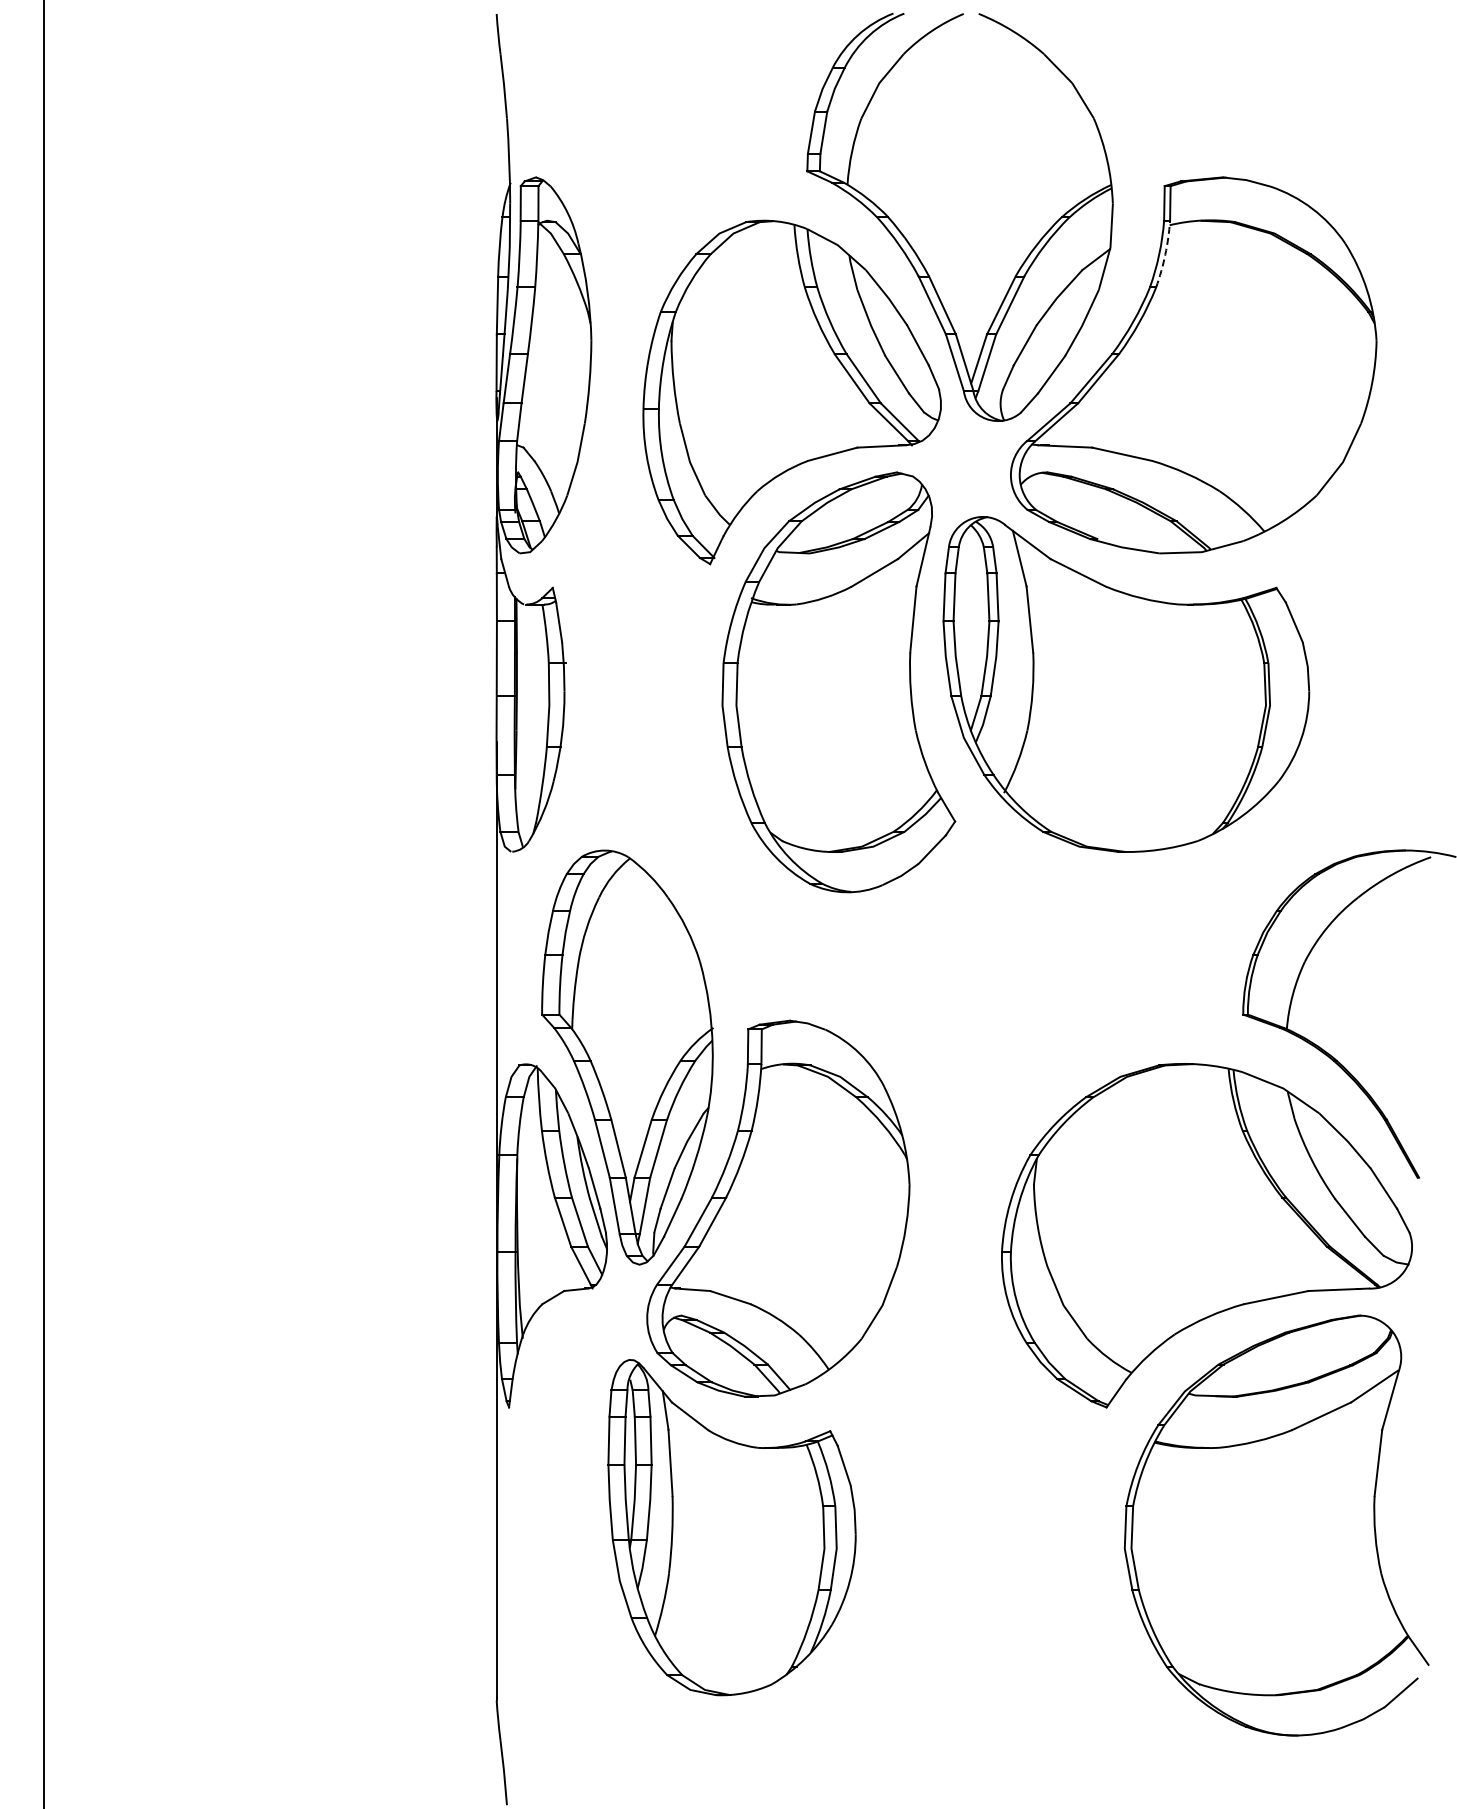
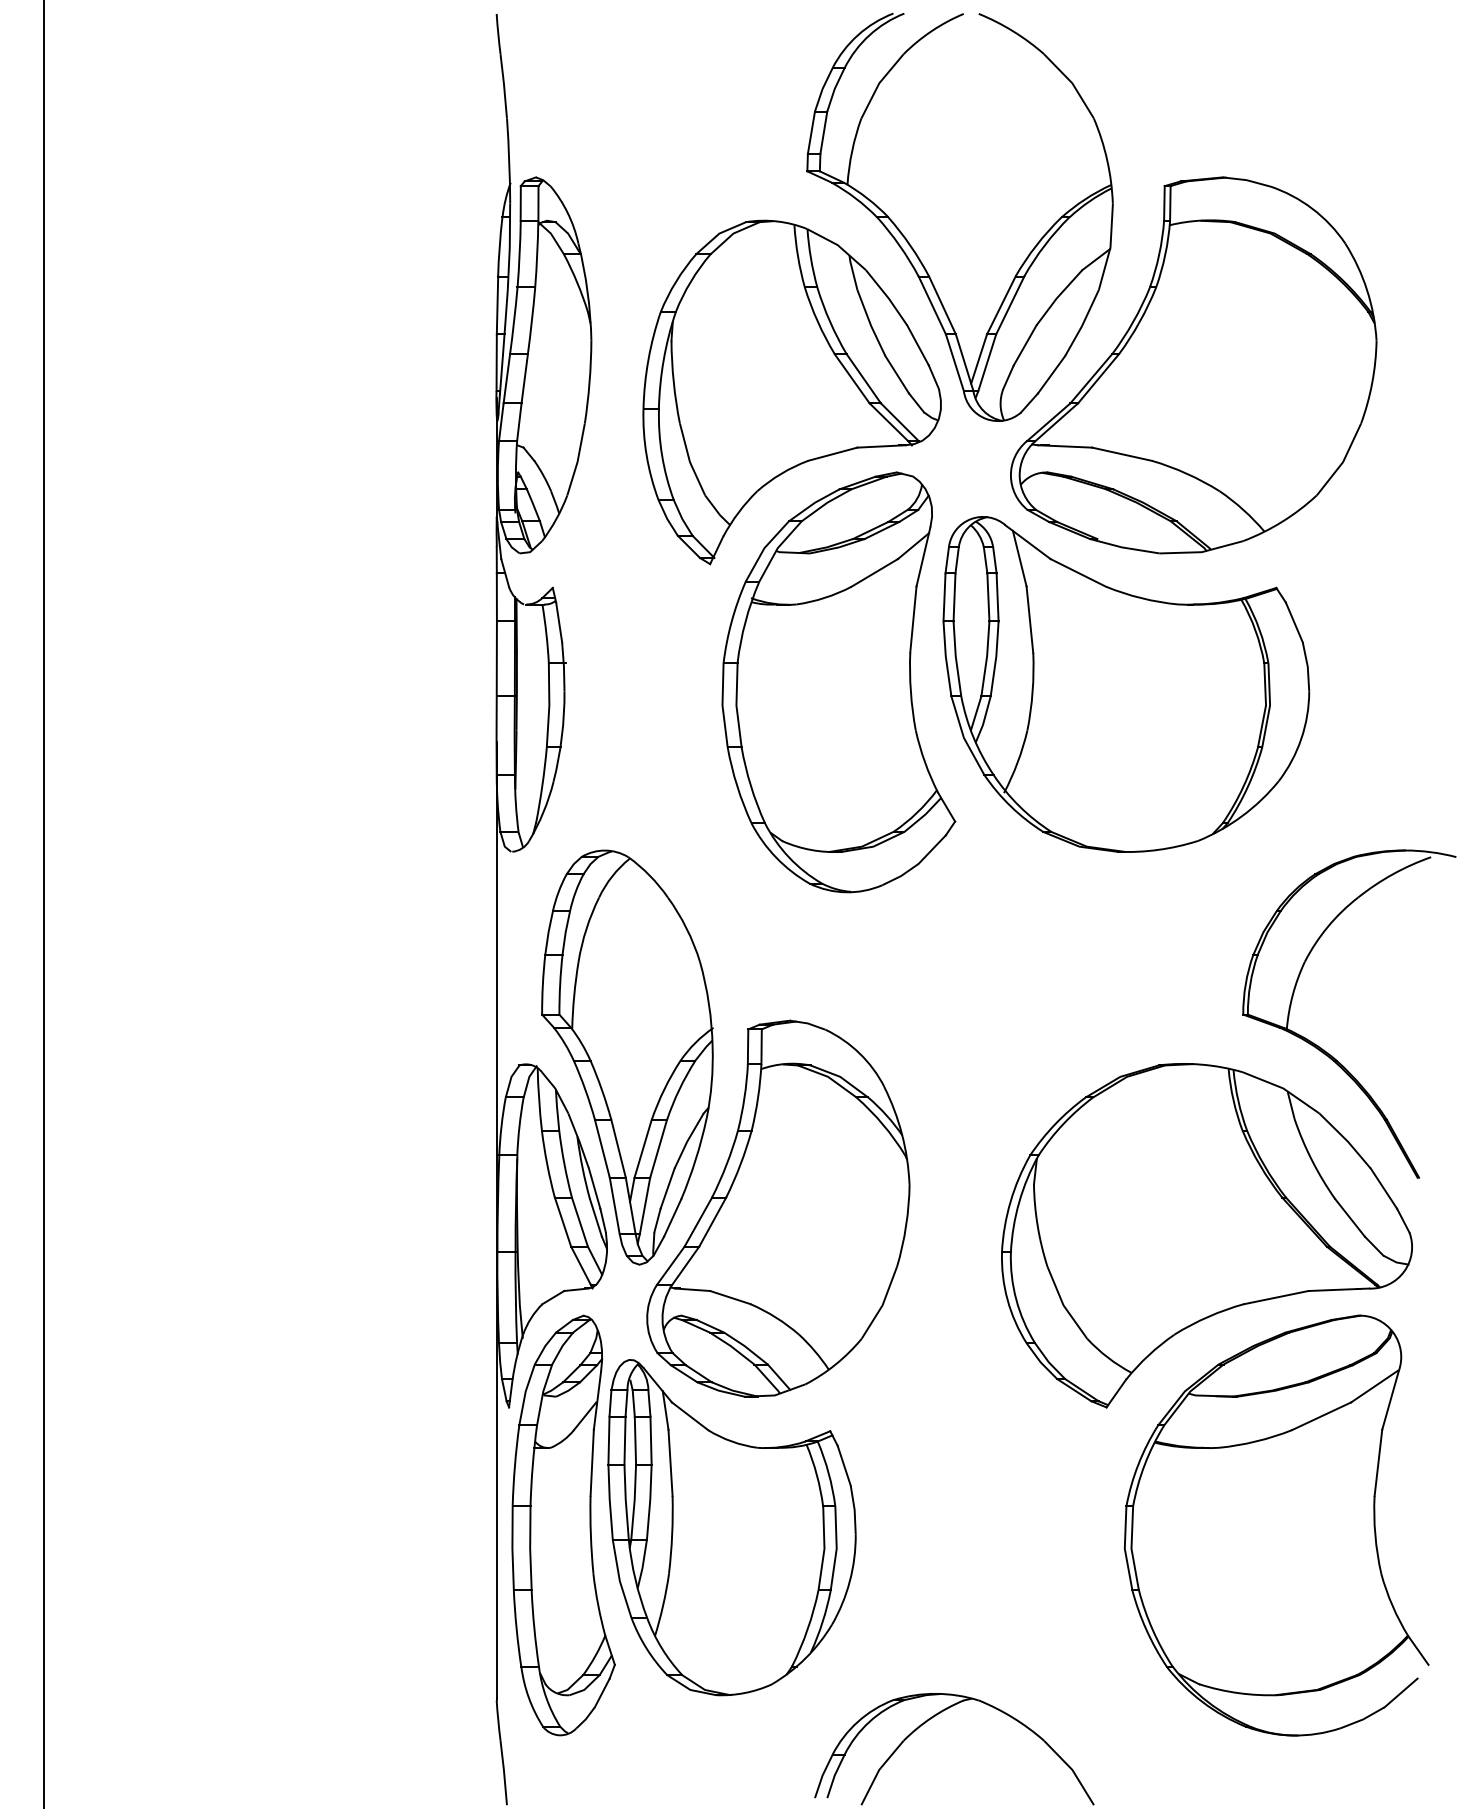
arc at (1165, 254): dashed -> solid
part at (563, 1525): none -> present
part at (937, 1715): none -> present
